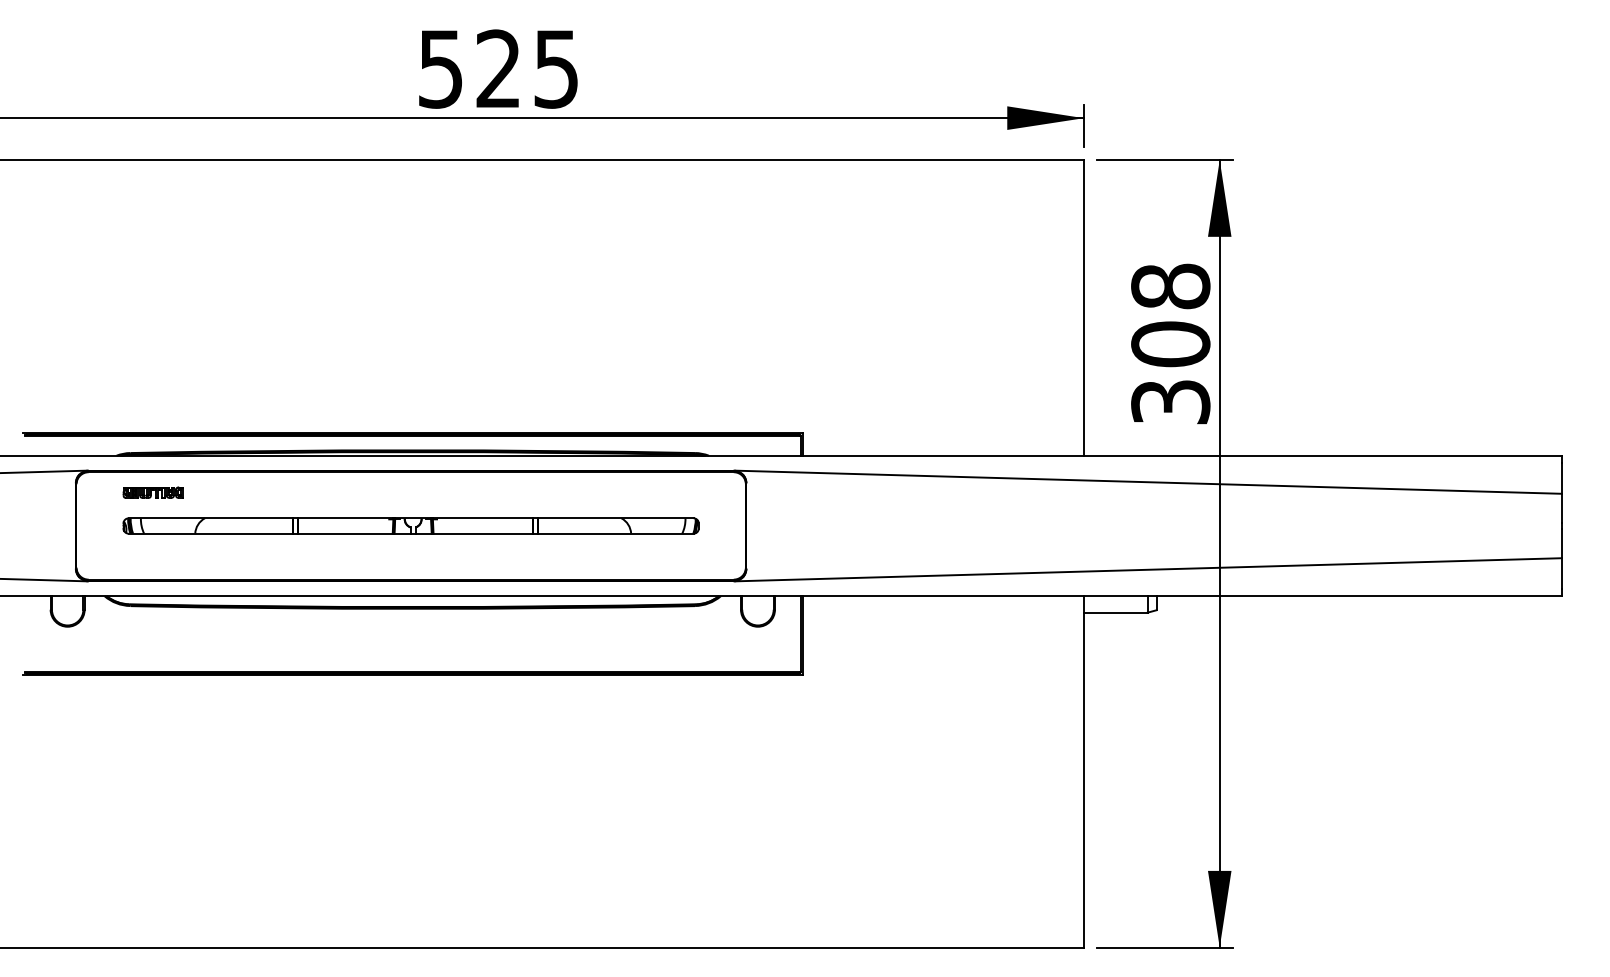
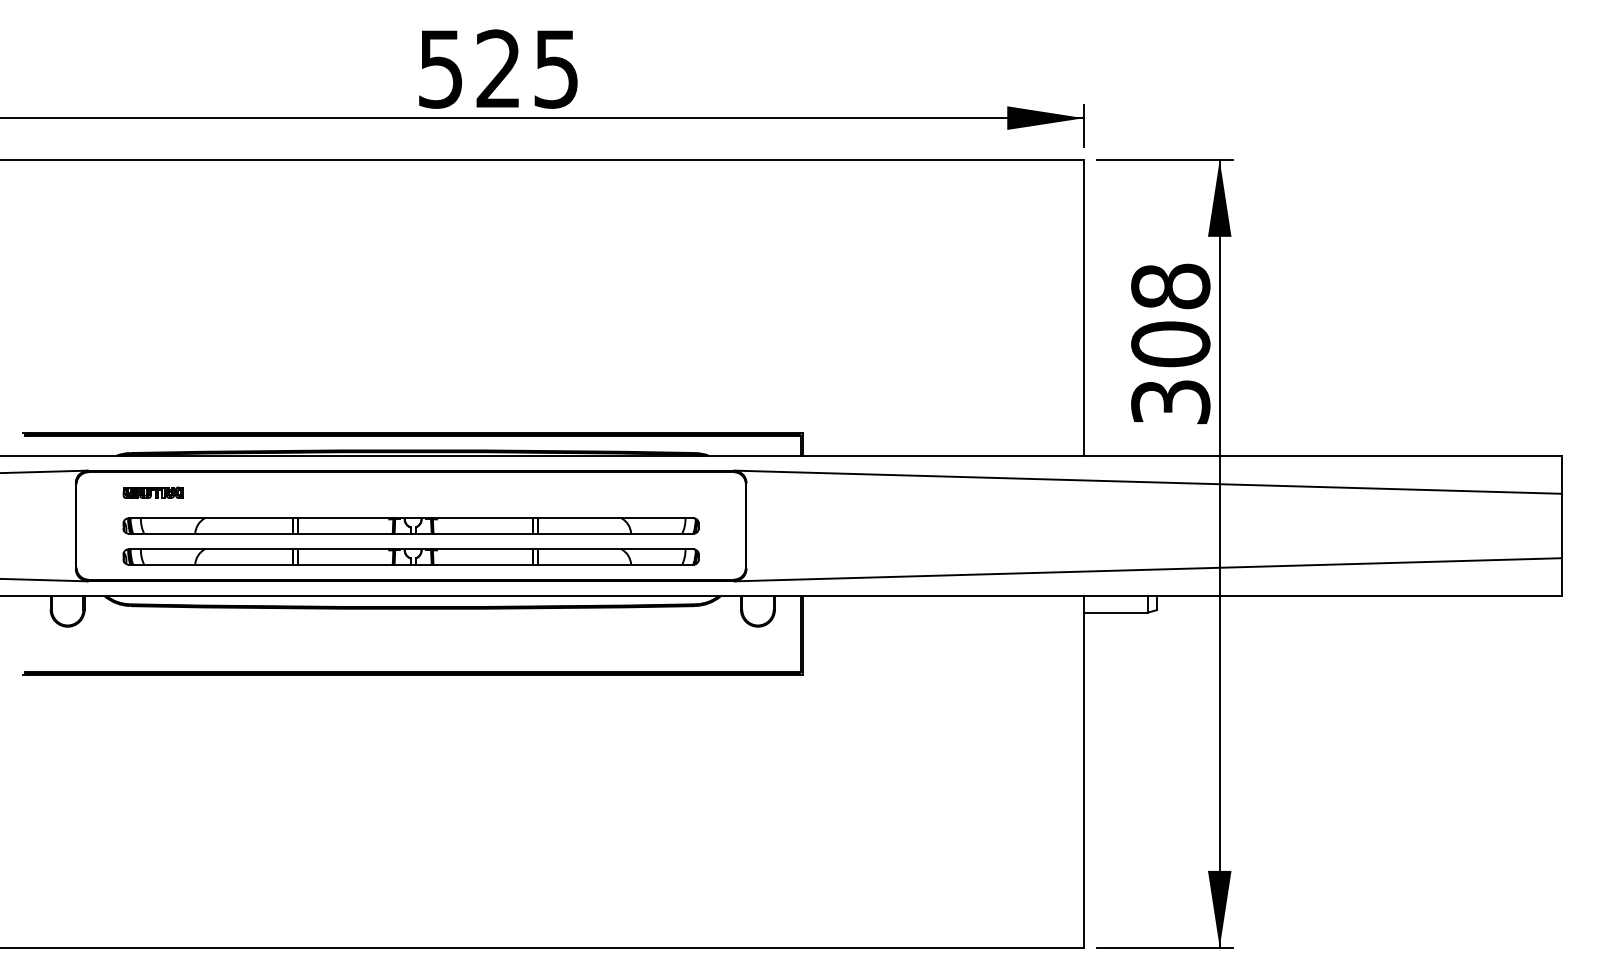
part at (410, 556): none -> present
